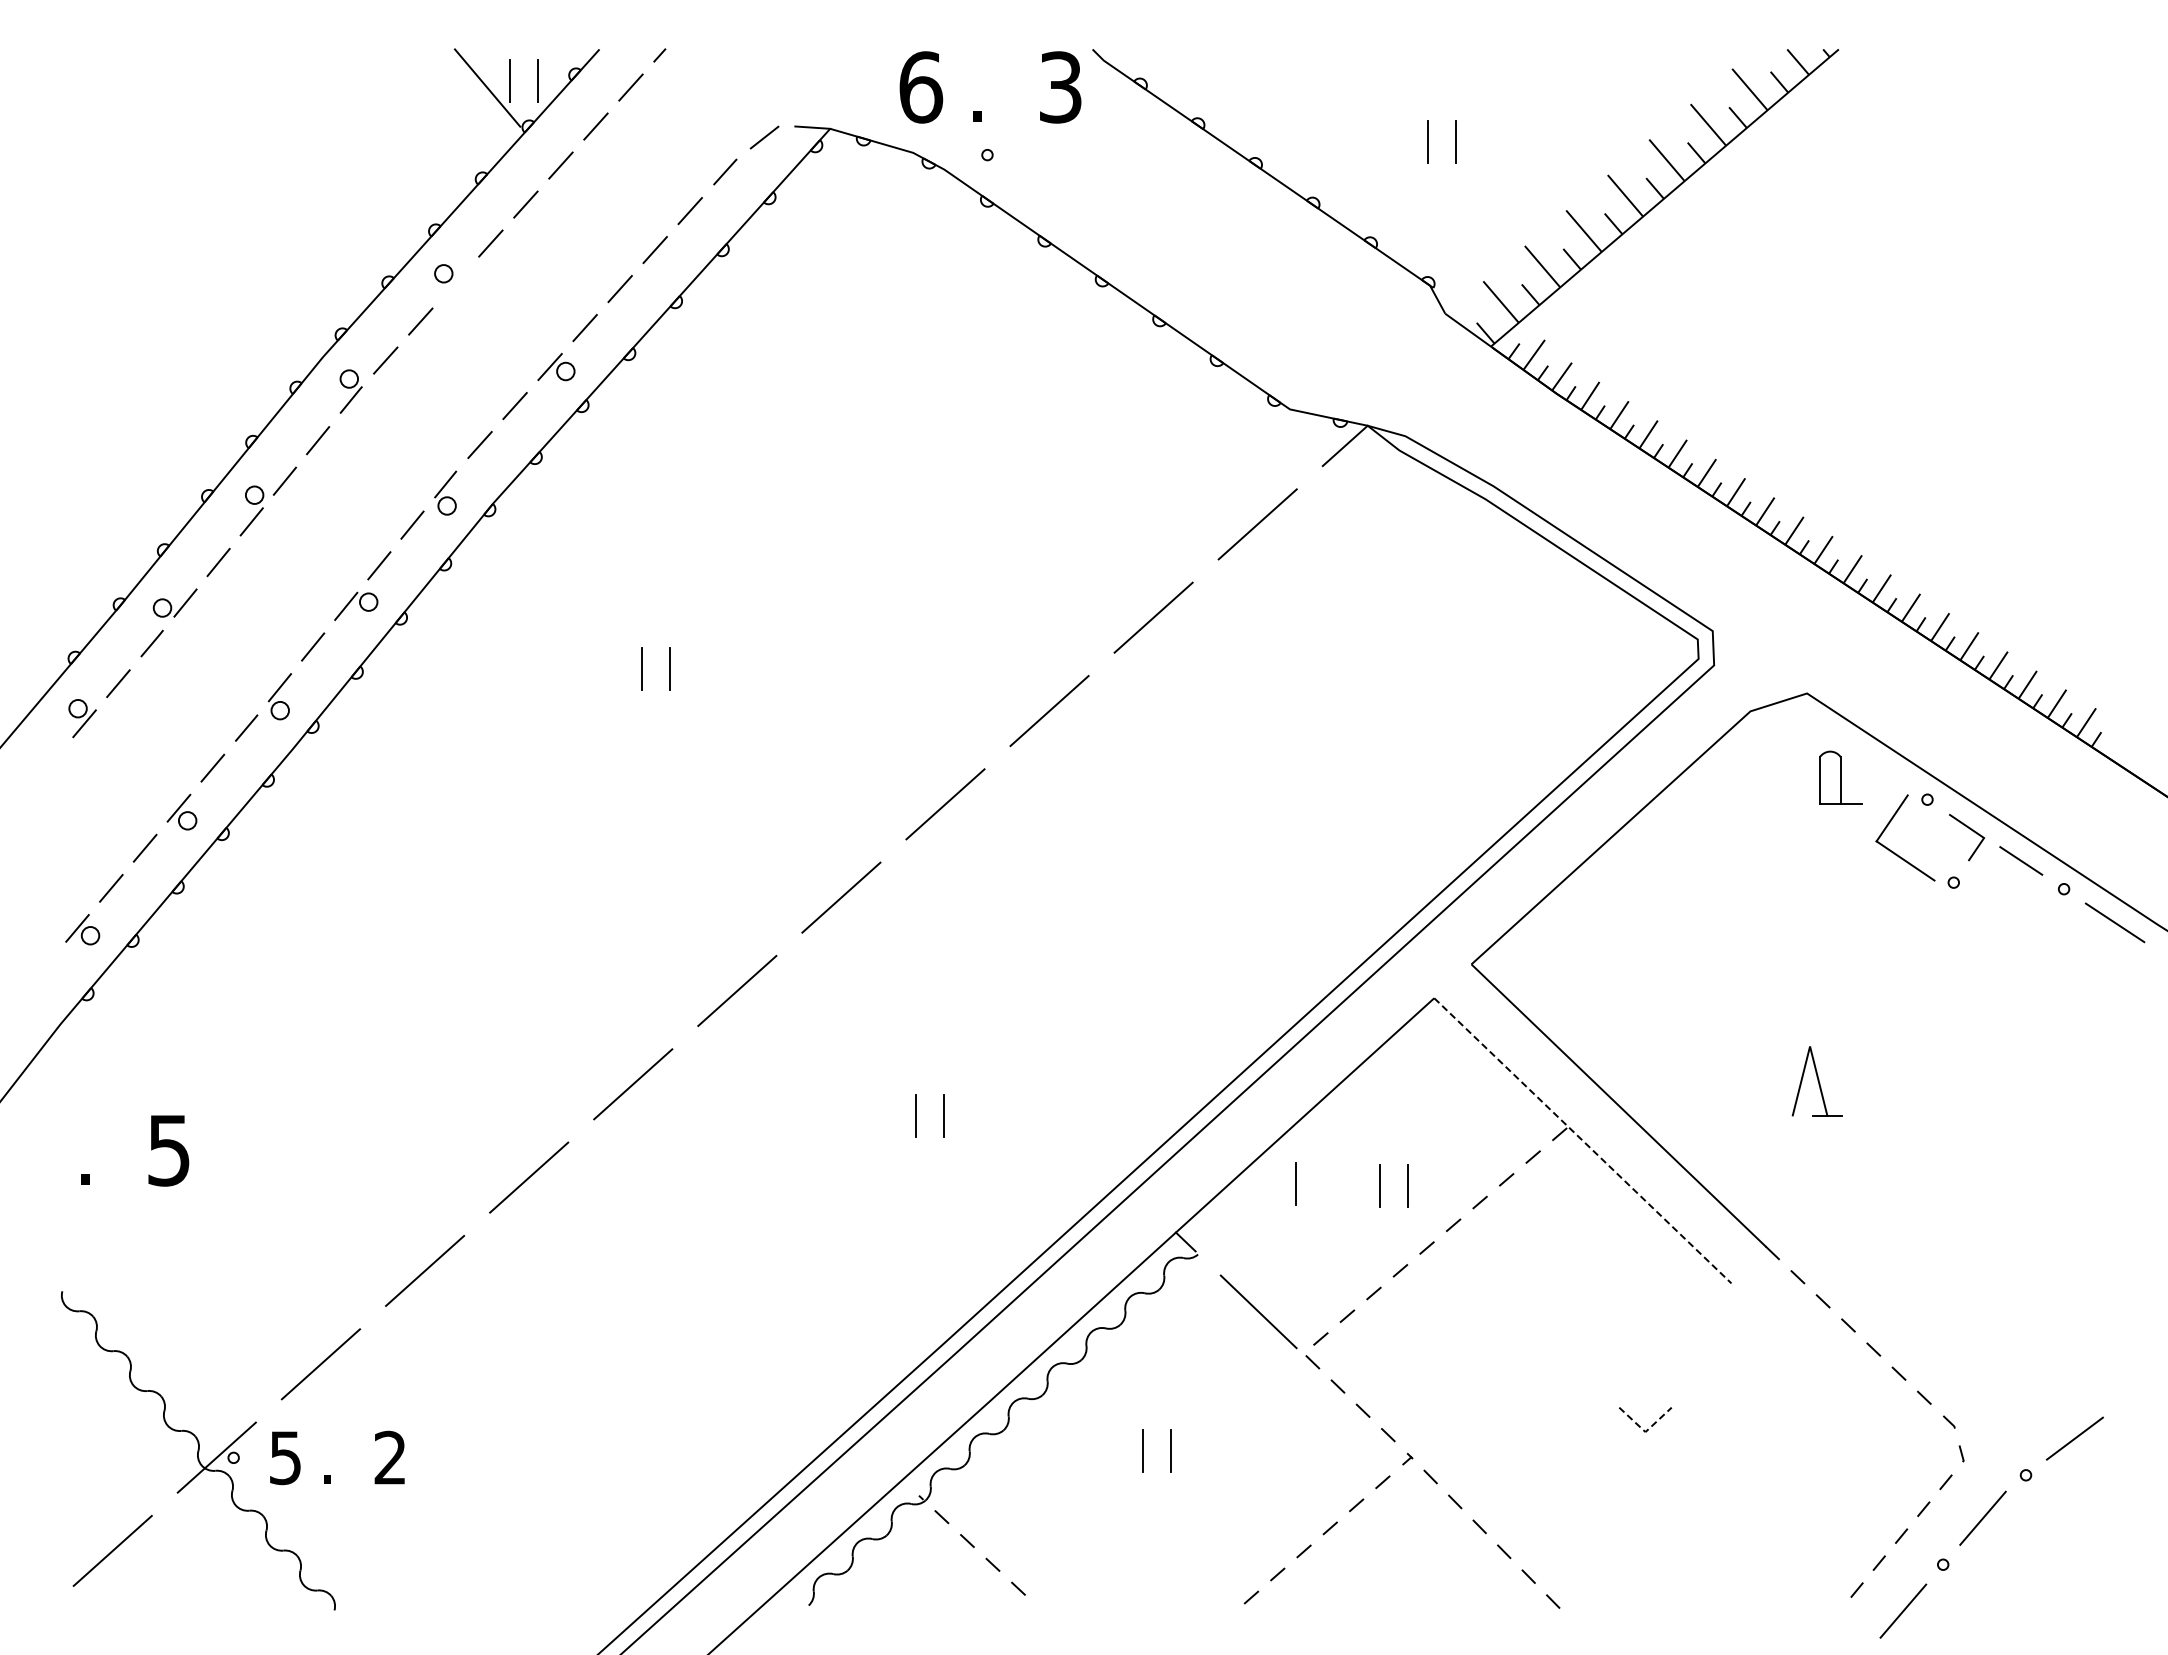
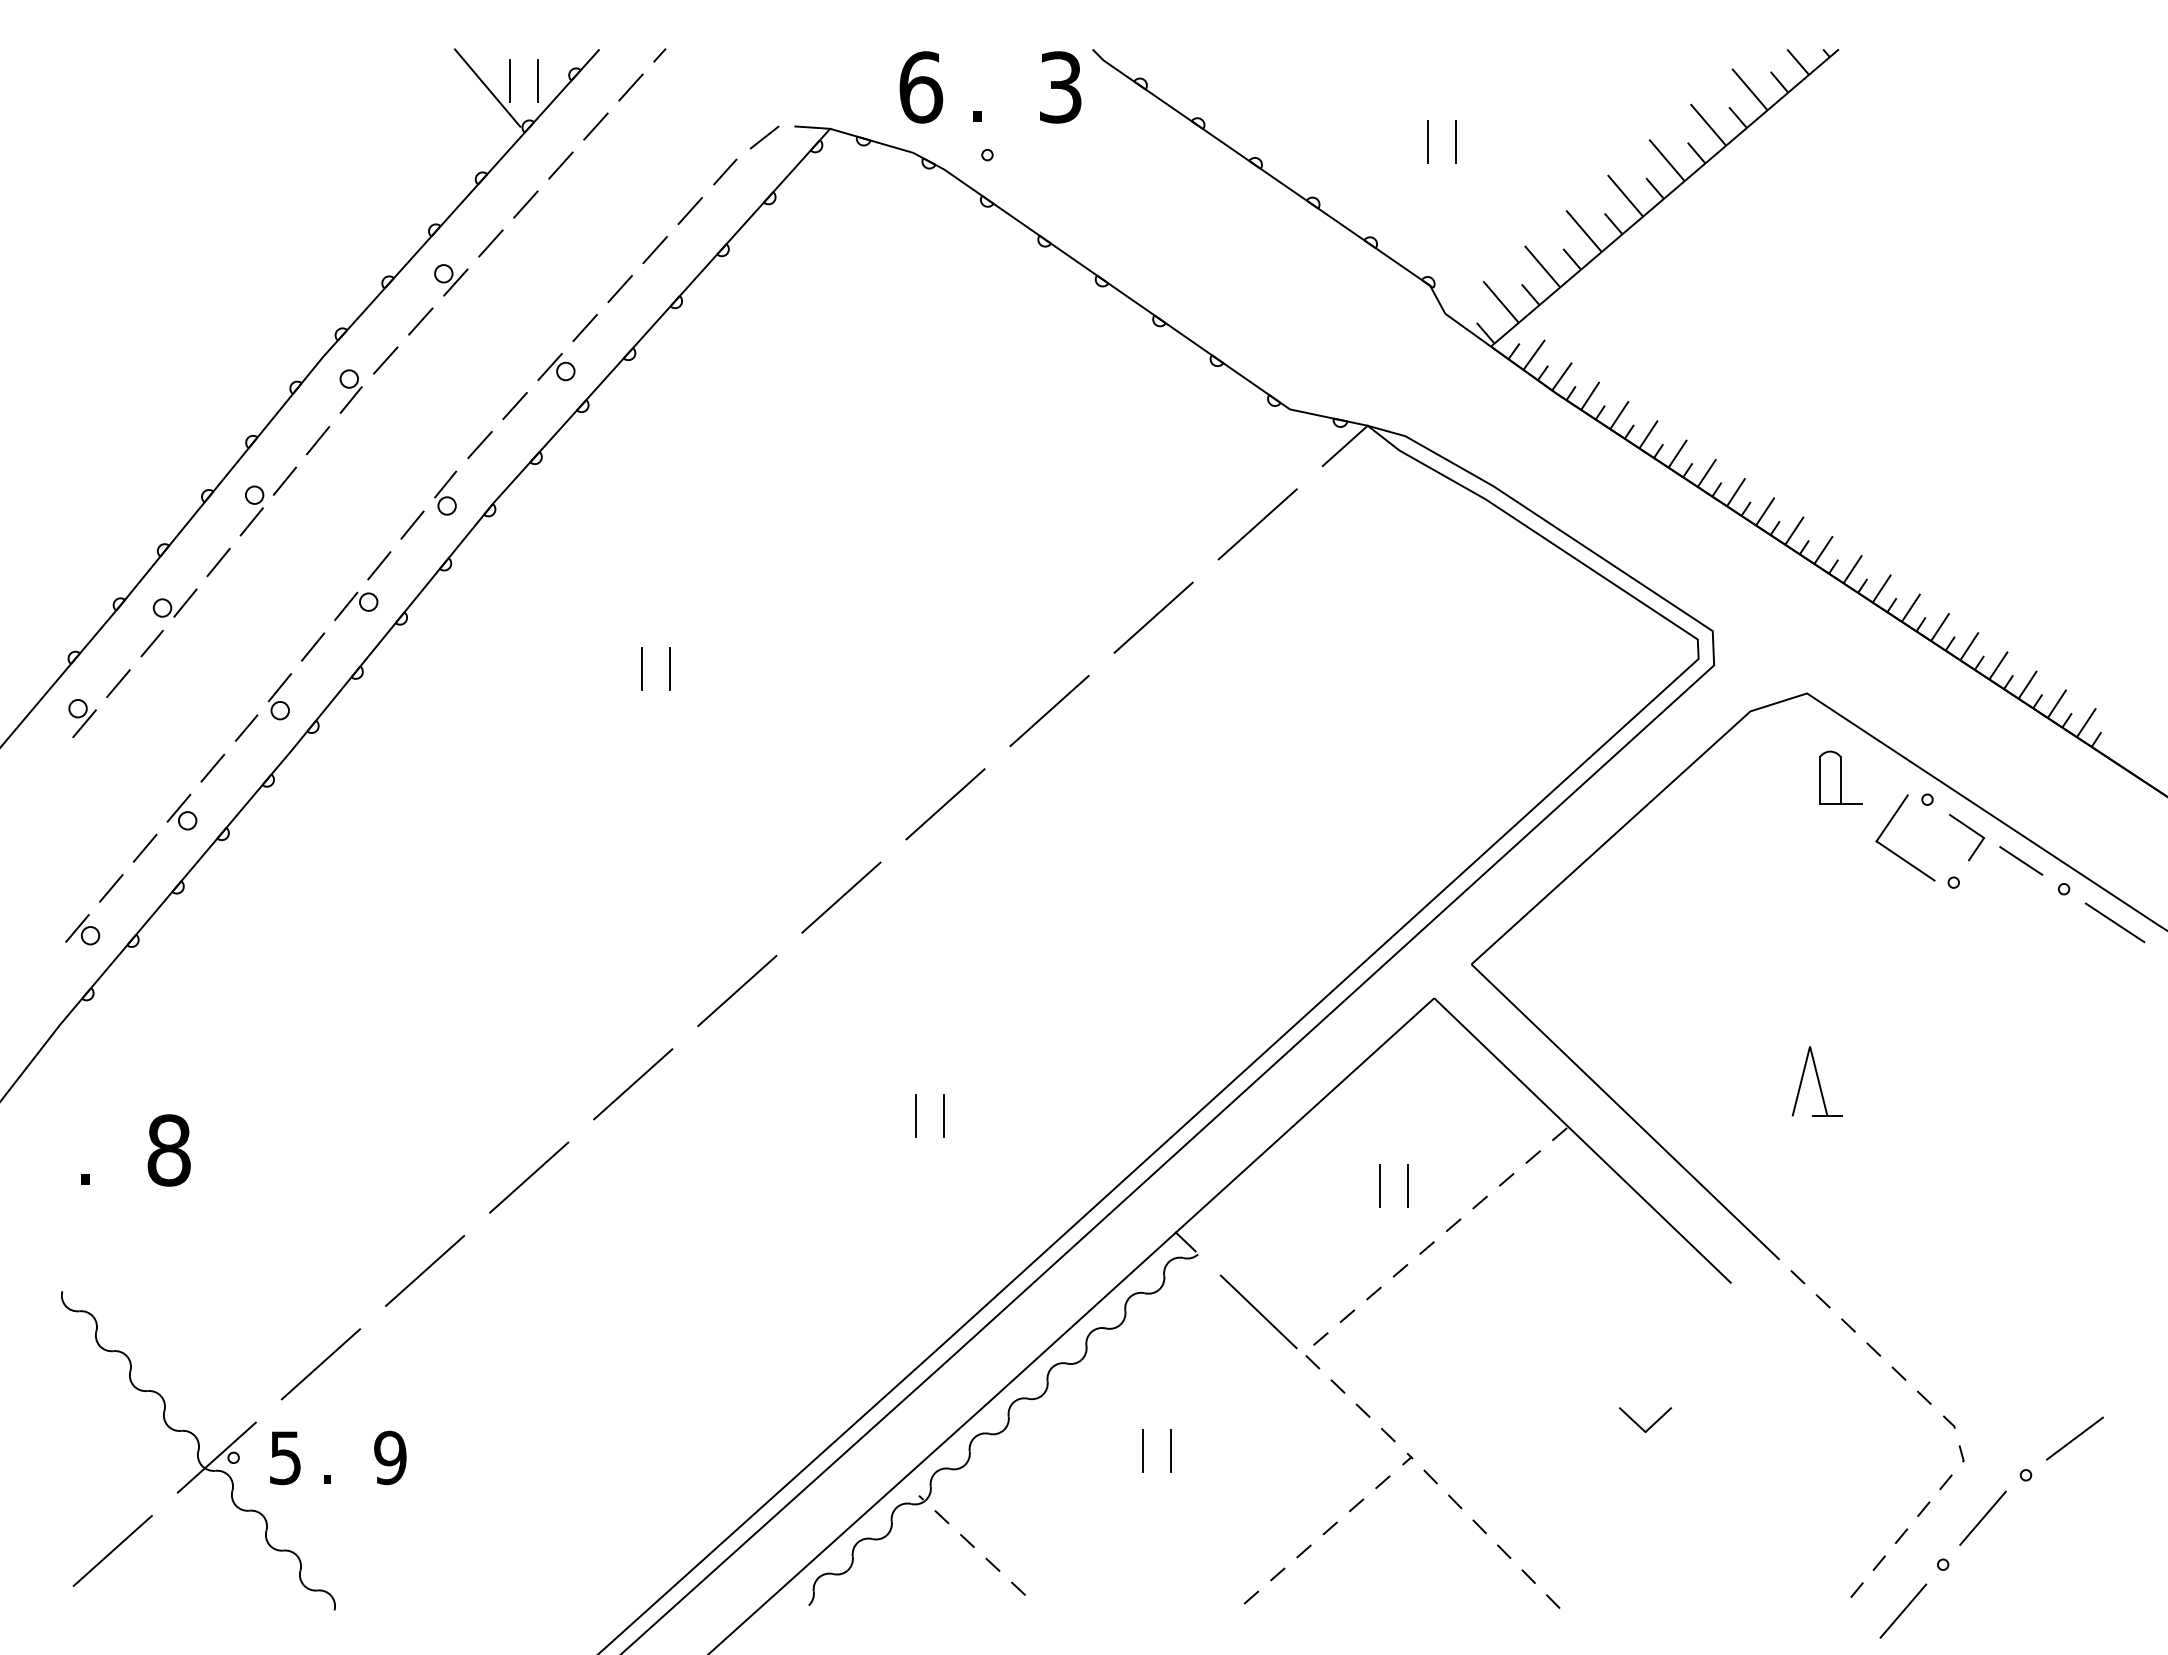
line at (455, 282): none -> present
line at (1582, 1140): dashed -> solid
text at (168, 1150): 5 -> 8
line at (1295, 1183): present -> none
line at (1645, 1432): dashed -> solid
text at (390, 1457): 2 -> 9
